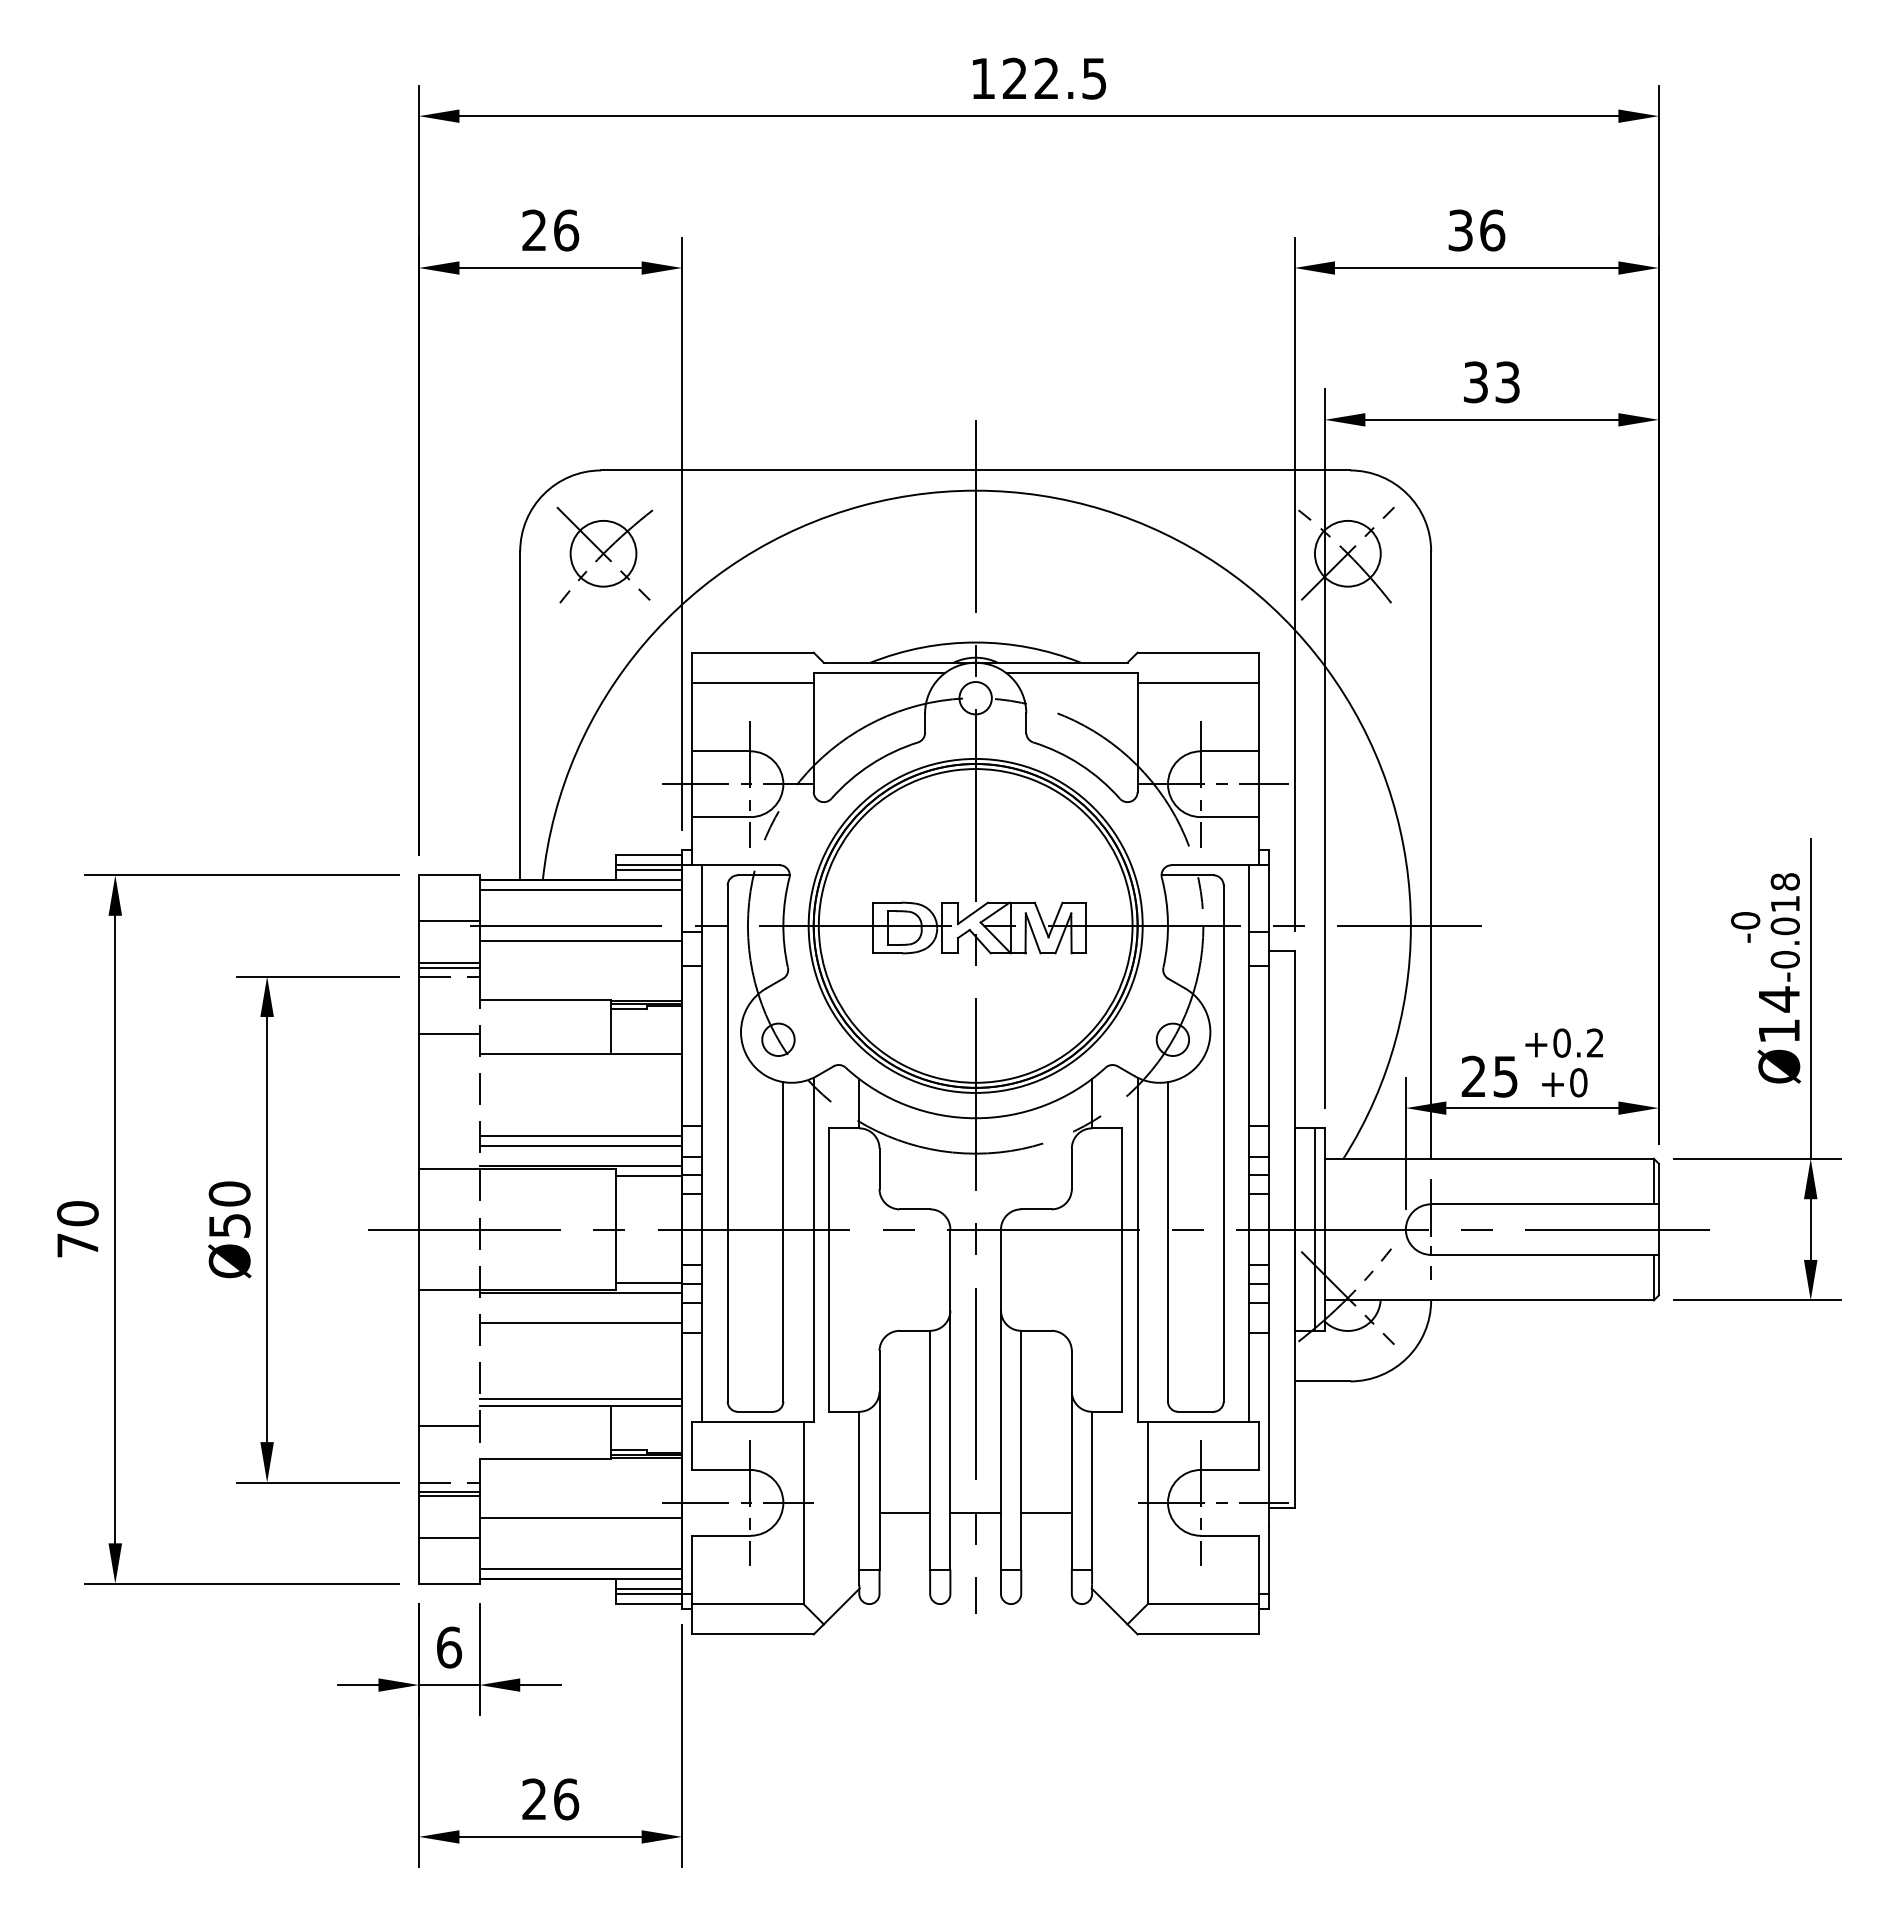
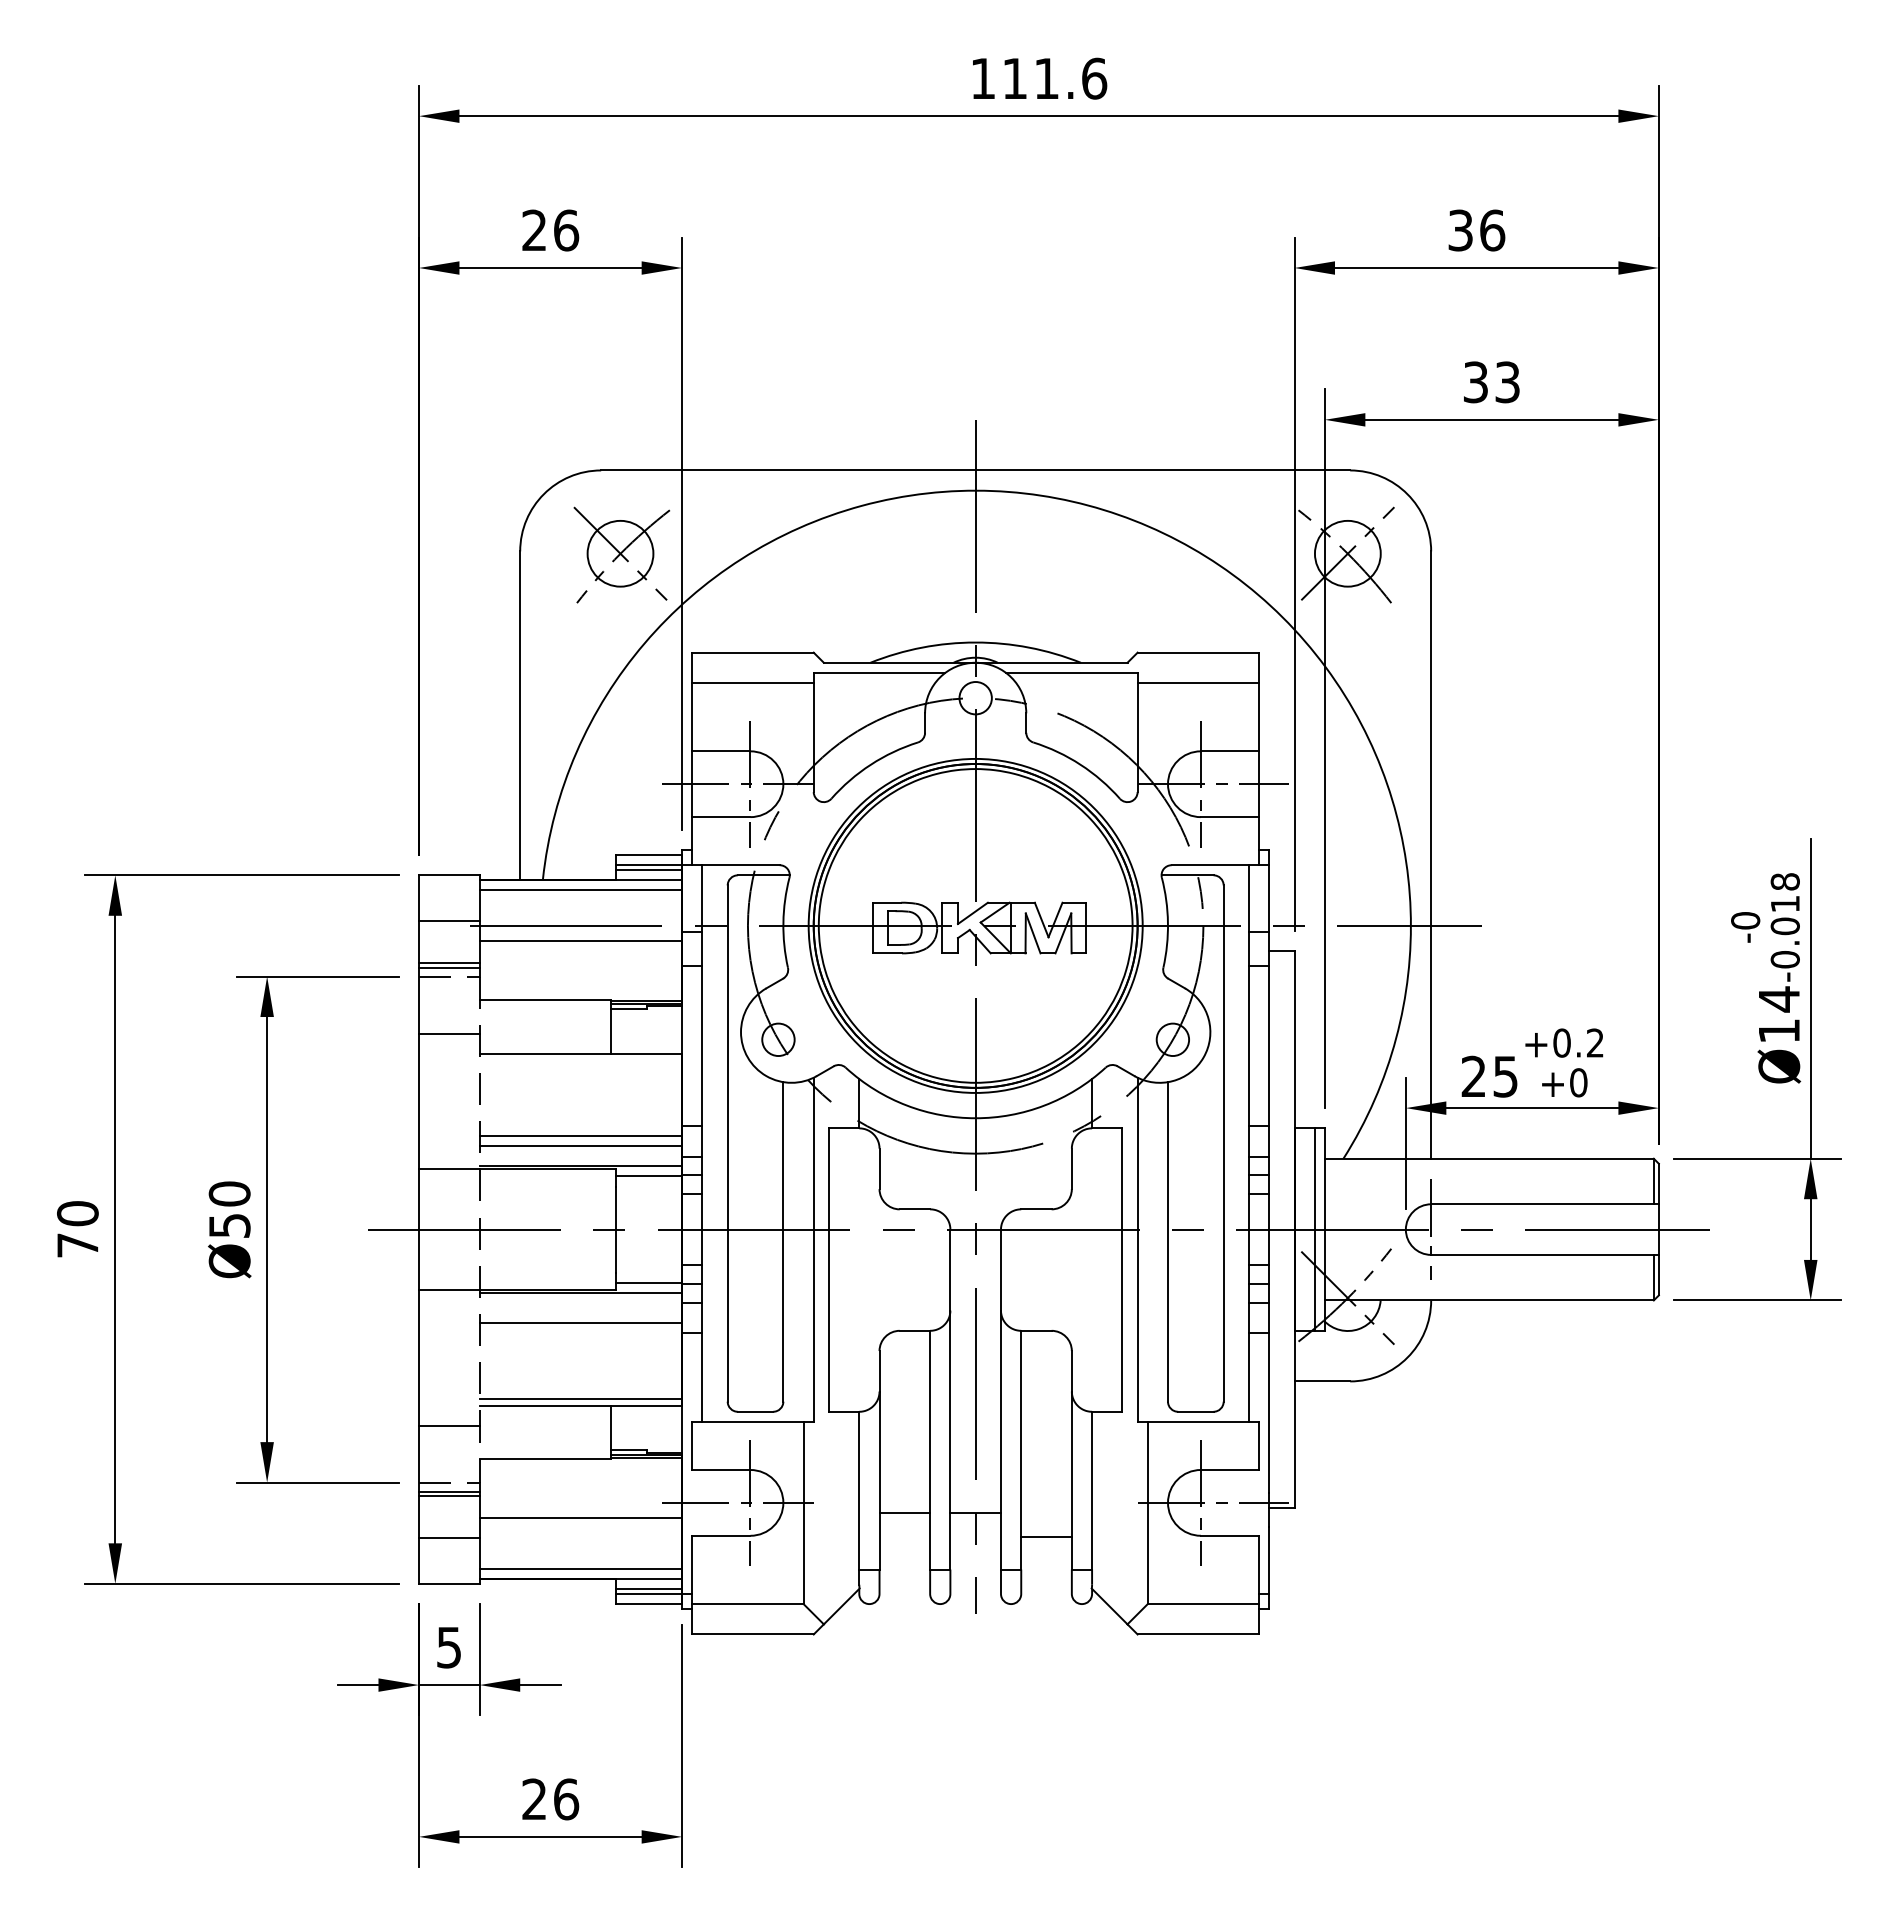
text at (1054, 78): 122.5 -> 111.6
part at (604, 554) position: (604, 554) -> (621, 554)
line at (1046, 1513) position: (1046, 1513) -> (1046, 1537)
text at (449, 1647): 6 -> 5
